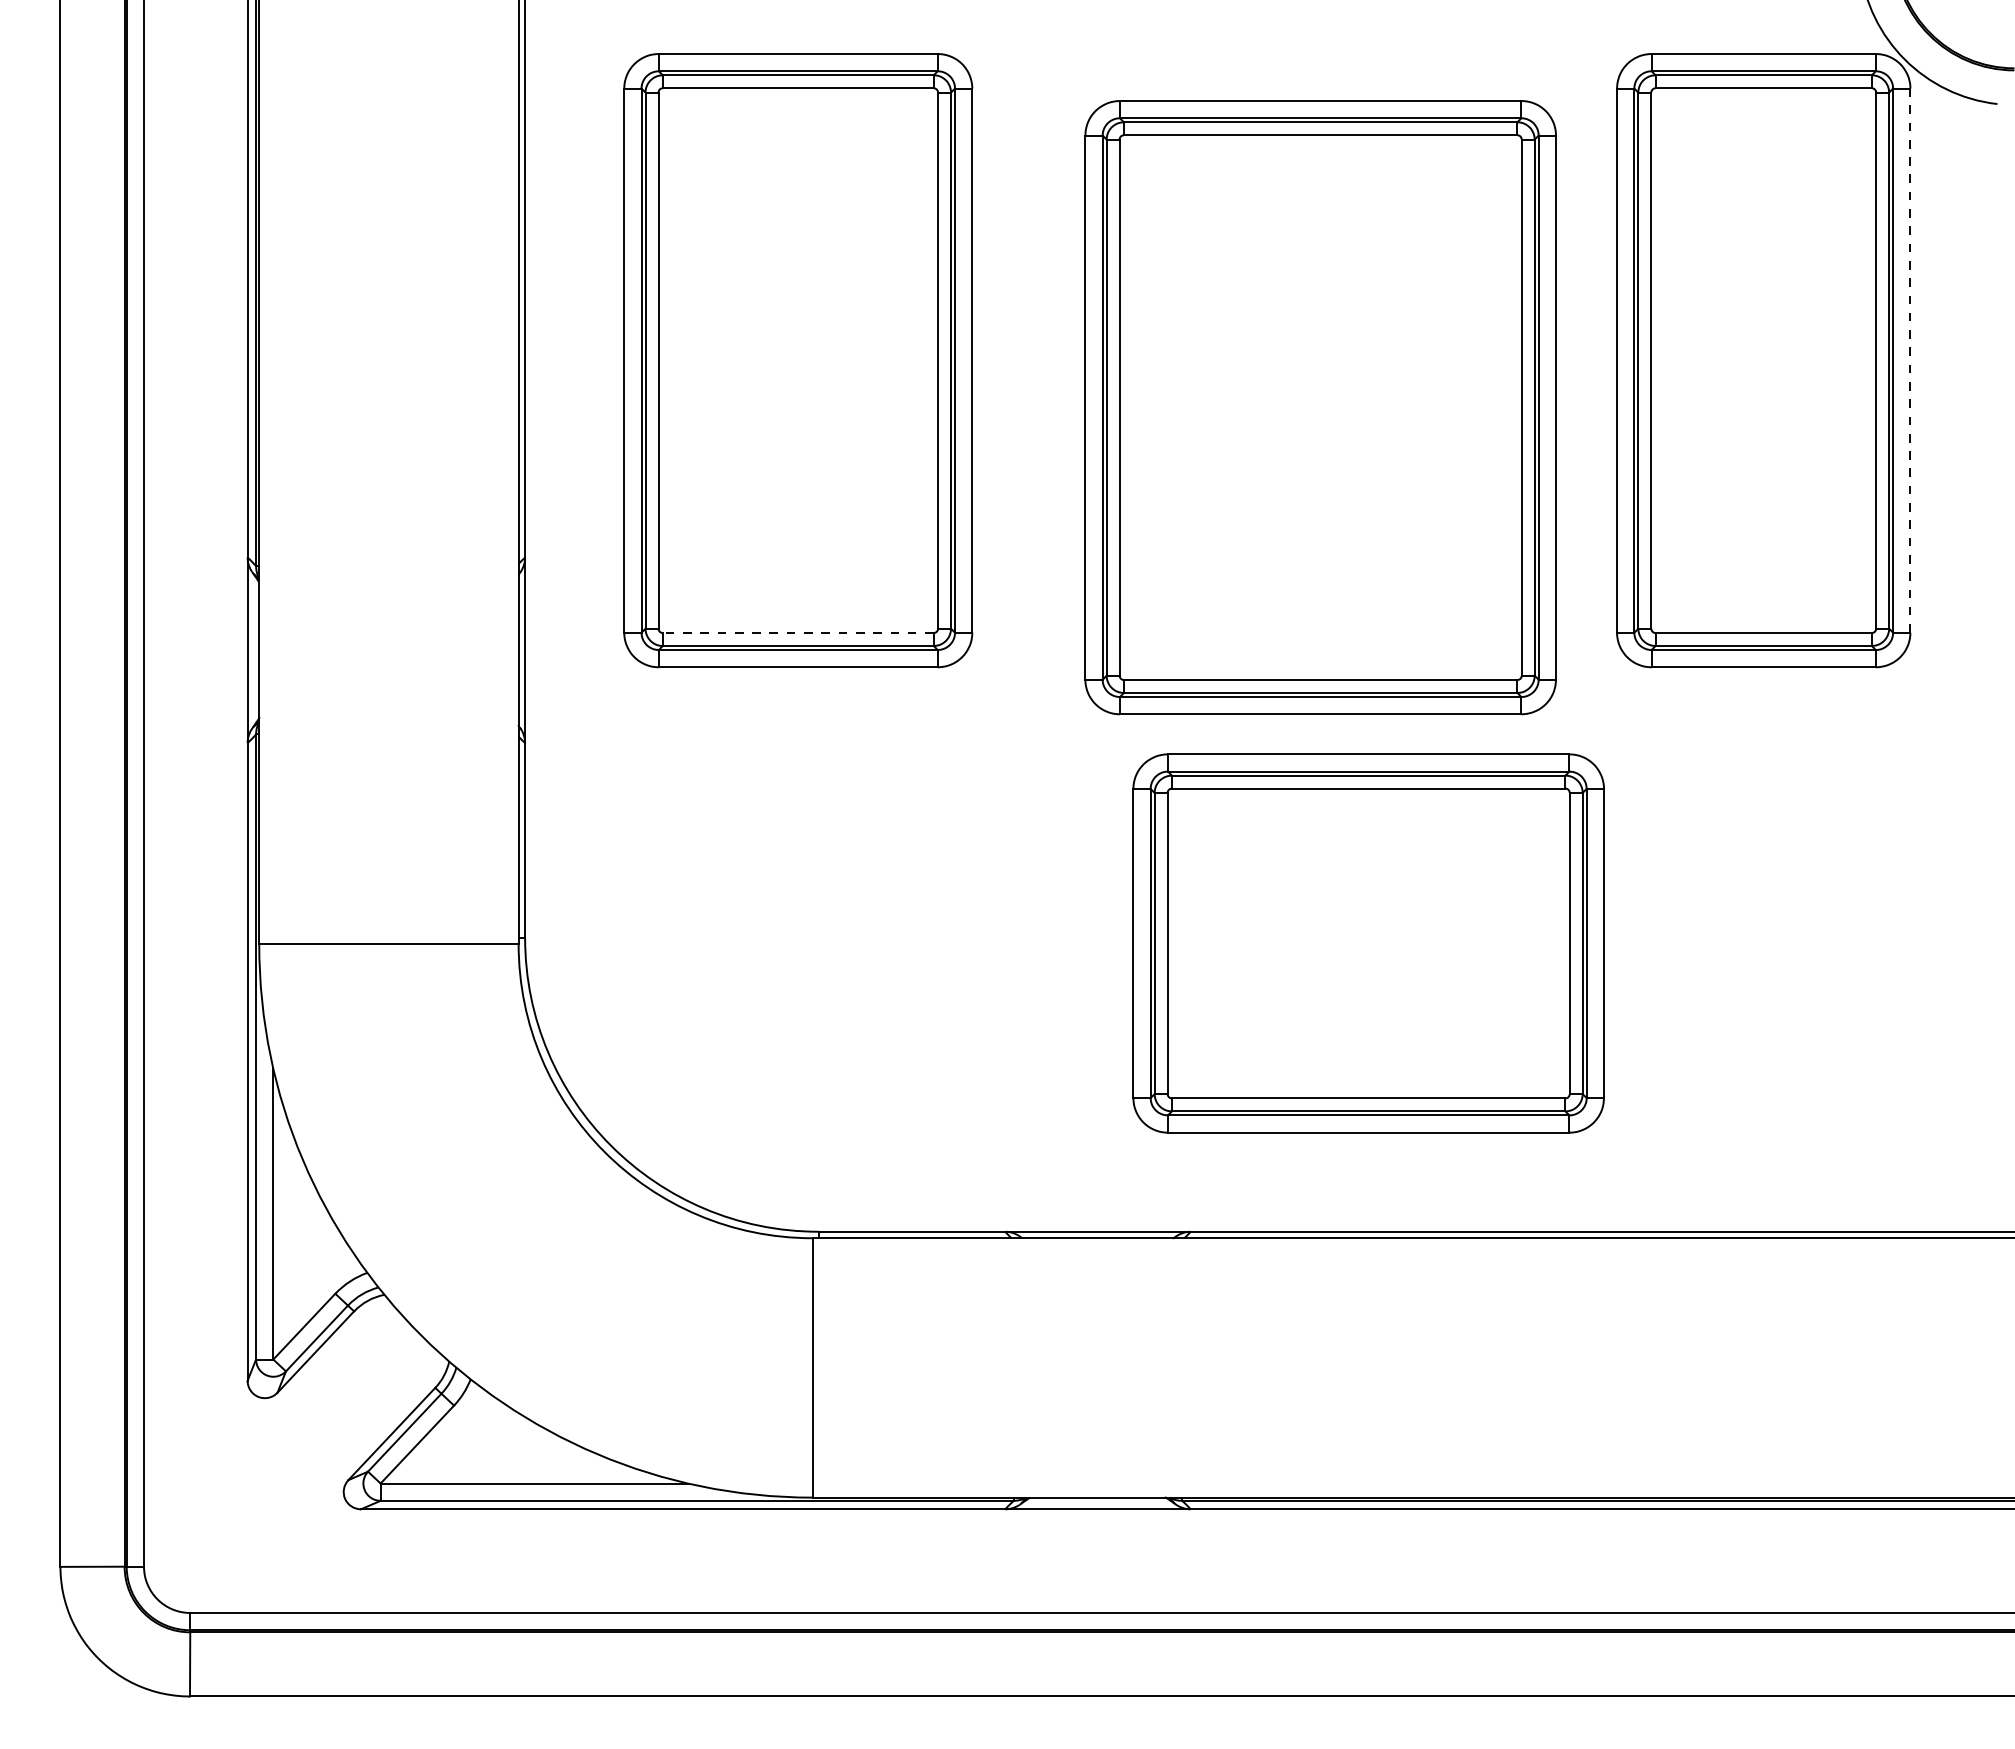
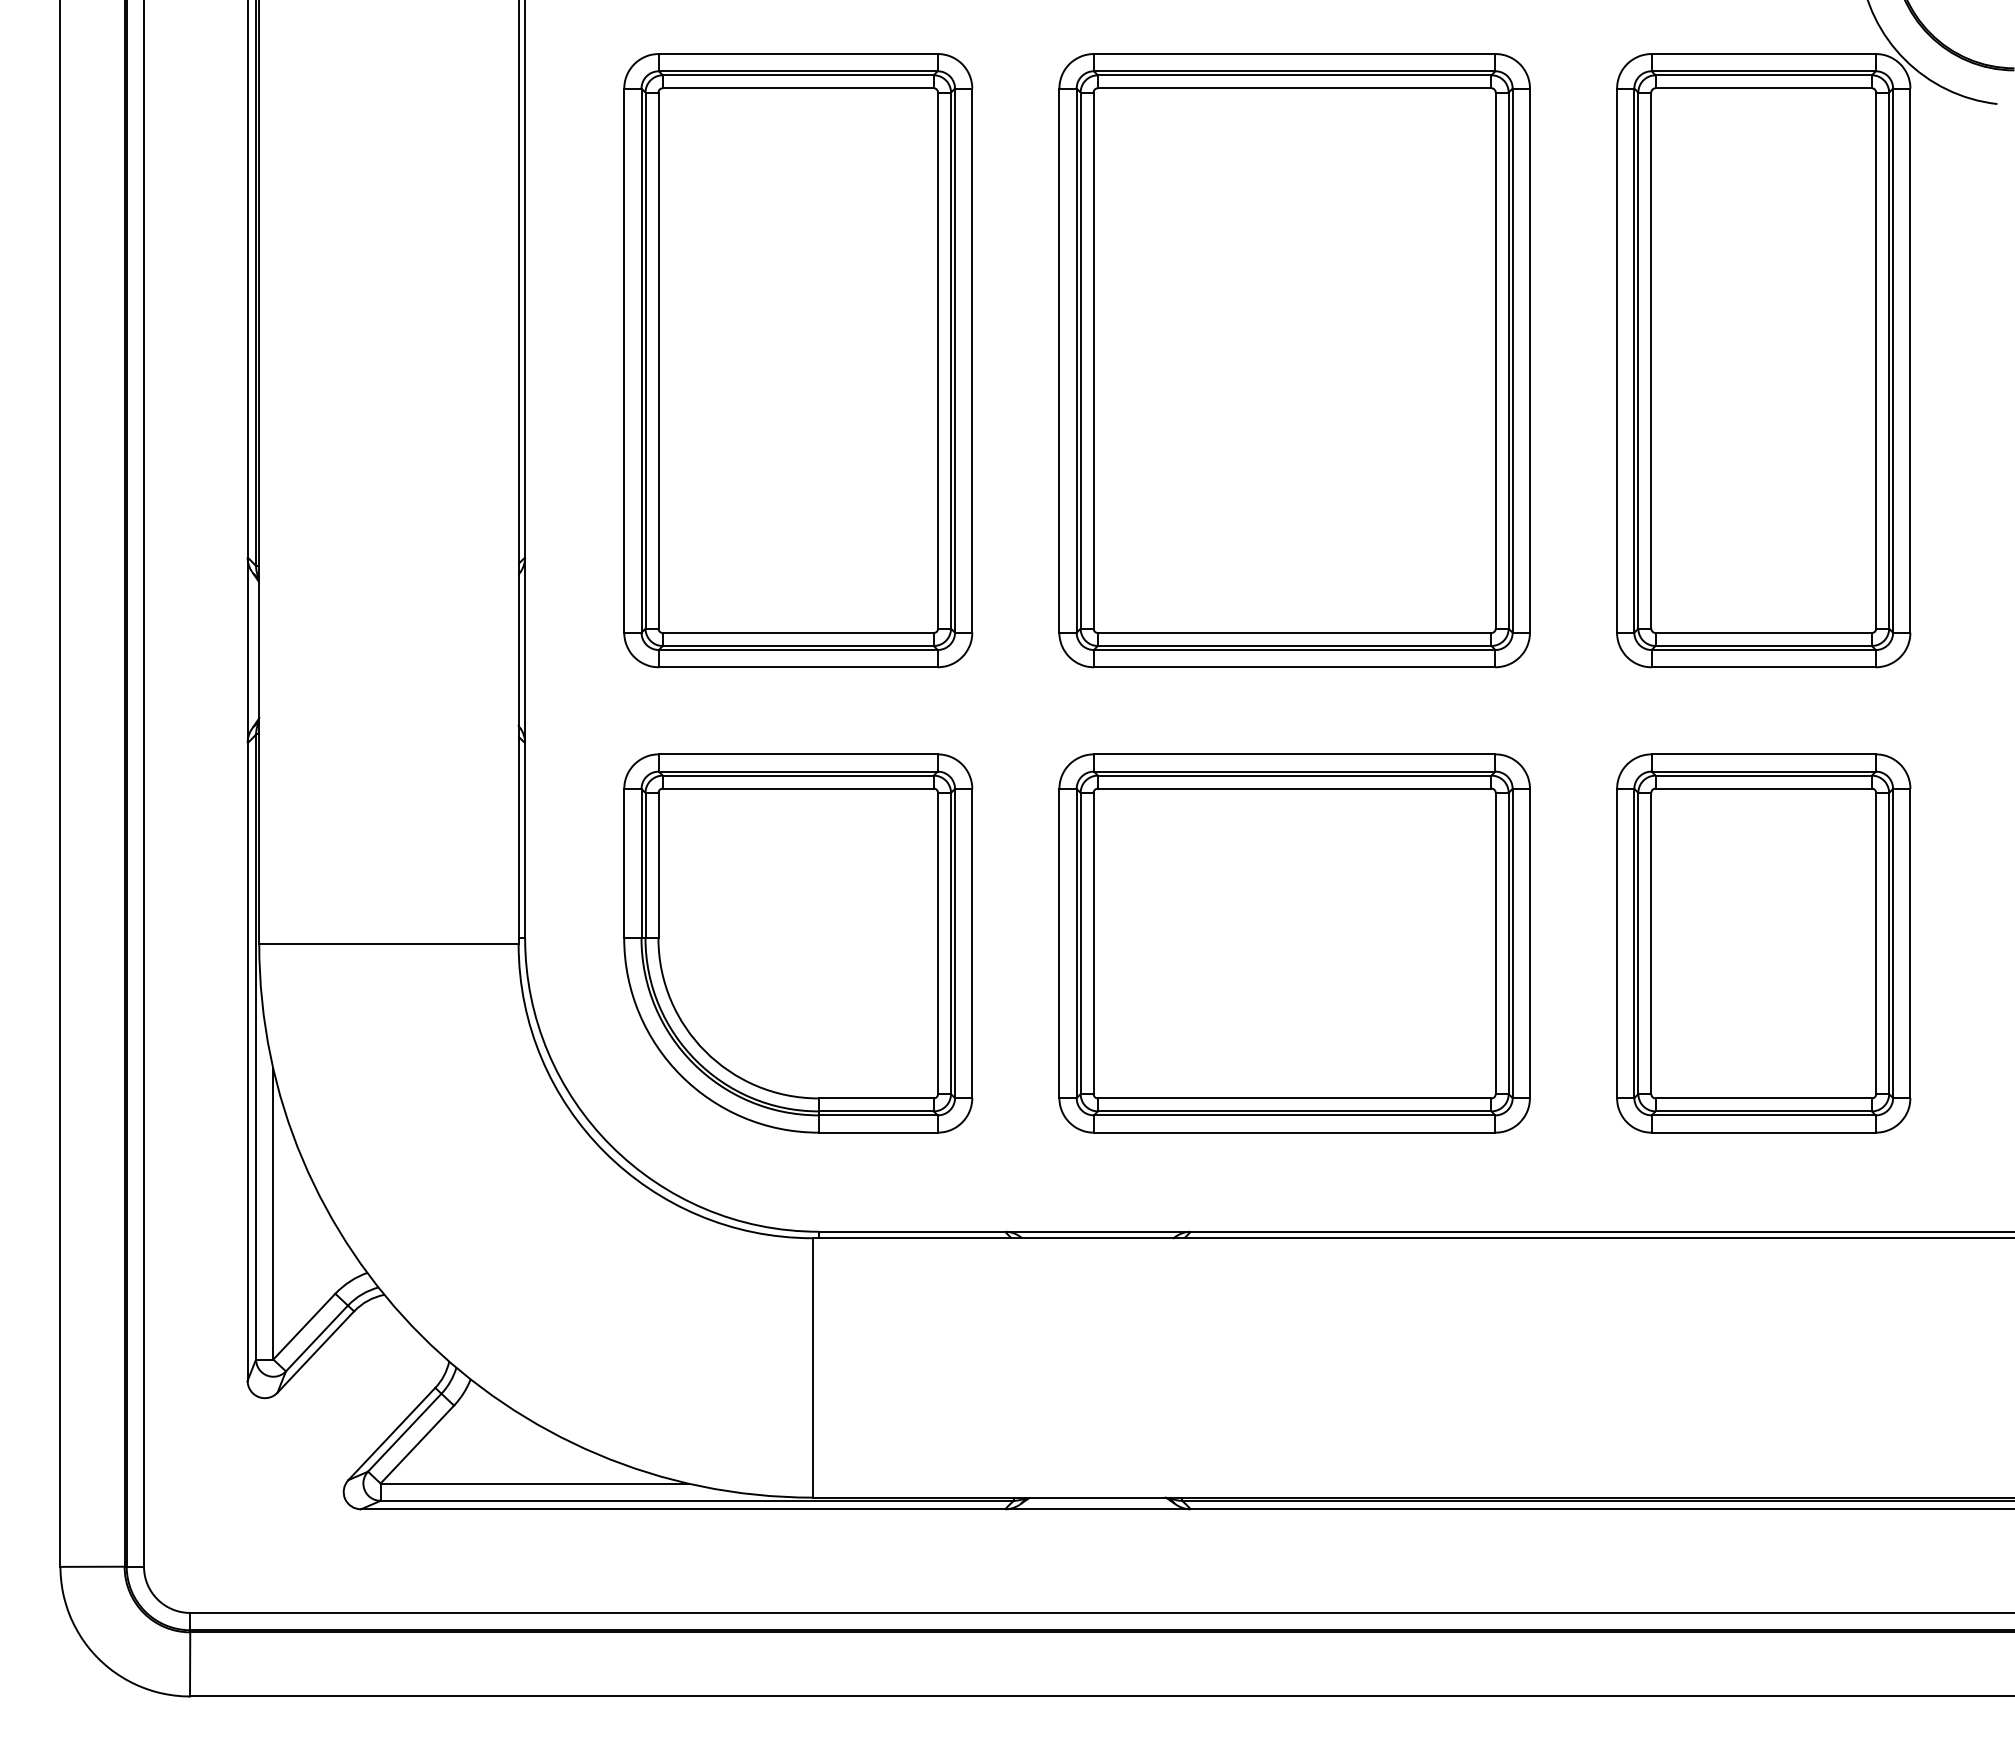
line at (1910, 360): dashed -> solid
part at (1320, 407) position: (1320, 407) -> (1294, 360)
line at (797, 633): dashed -> solid
part at (798, 943): none -> present
part at (1368, 943) position: (1368, 943) -> (1294, 943)
part at (1763, 943): none -> present
